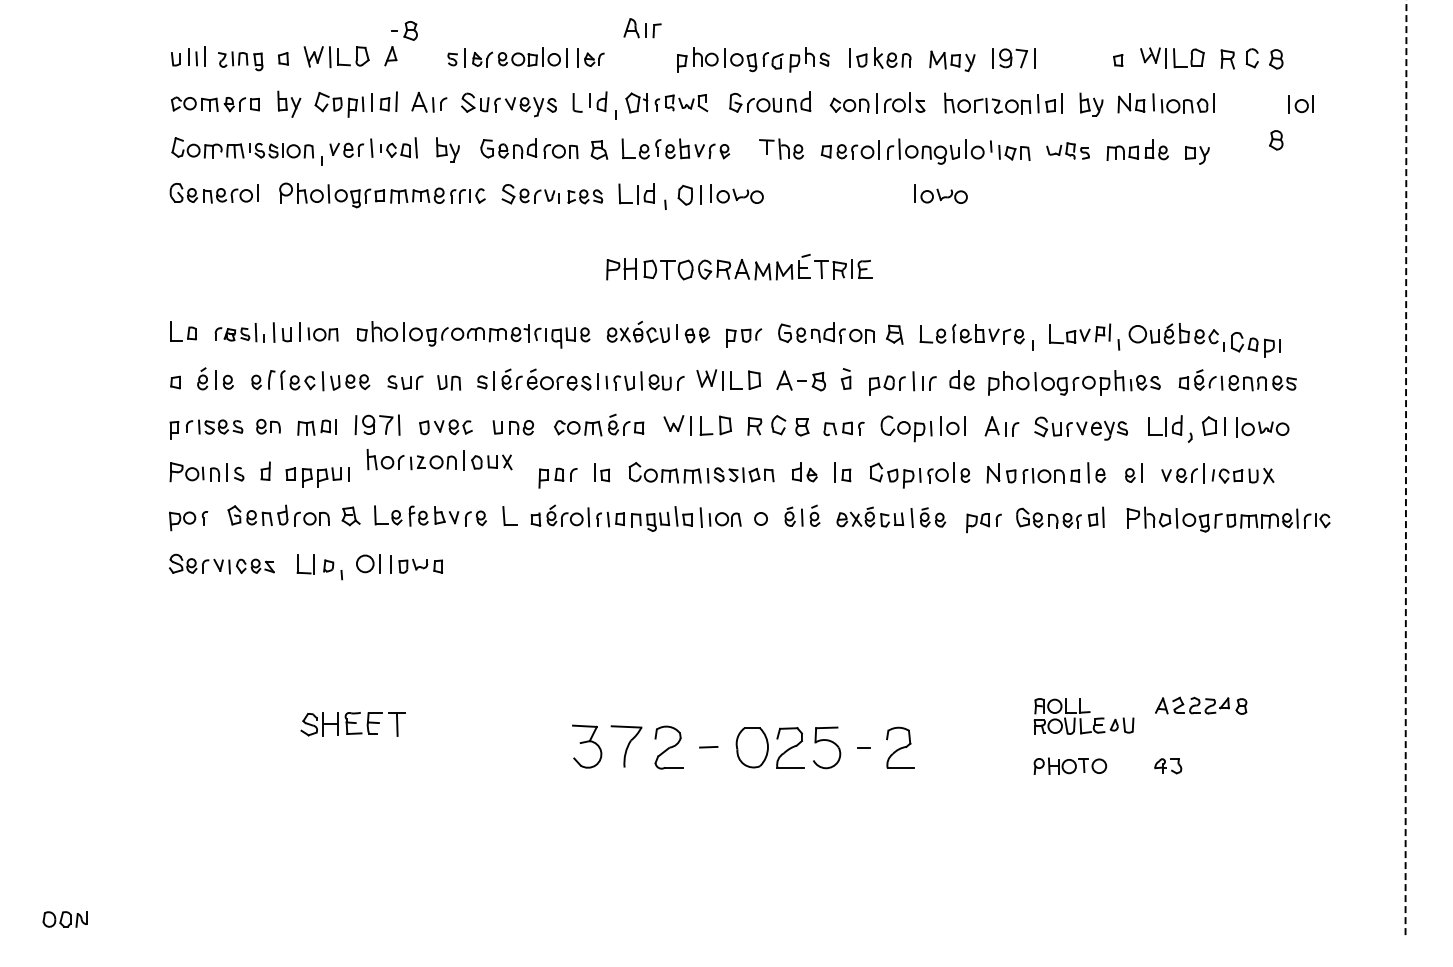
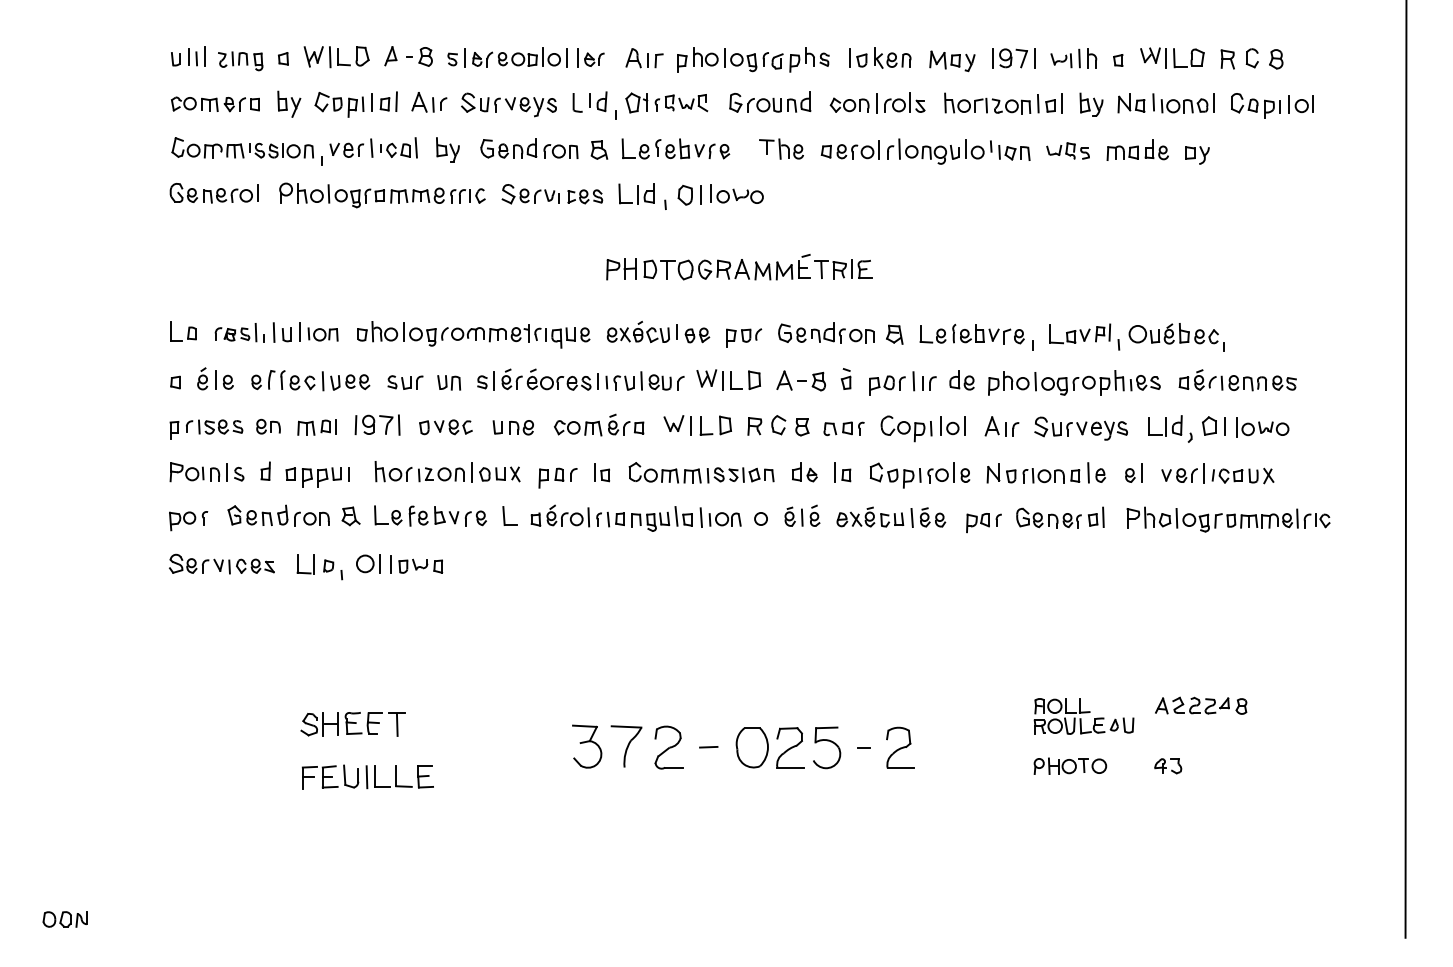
part at (642, 28) position: (642, 28) -> (644, 58)
part at (404, 30) position: (404, 30) -> (419, 56)
part at (1073, 58): none -> present
part at (1276, 140): present -> none
part at (940, 193): present -> none
part at (1255, 344) position: (1255, 344) -> (1255, 105)
part at (439, 459) position: (439, 459) -> (447, 471)
line at (1405, 469): dashed -> solid
part at (367, 776): none -> present
